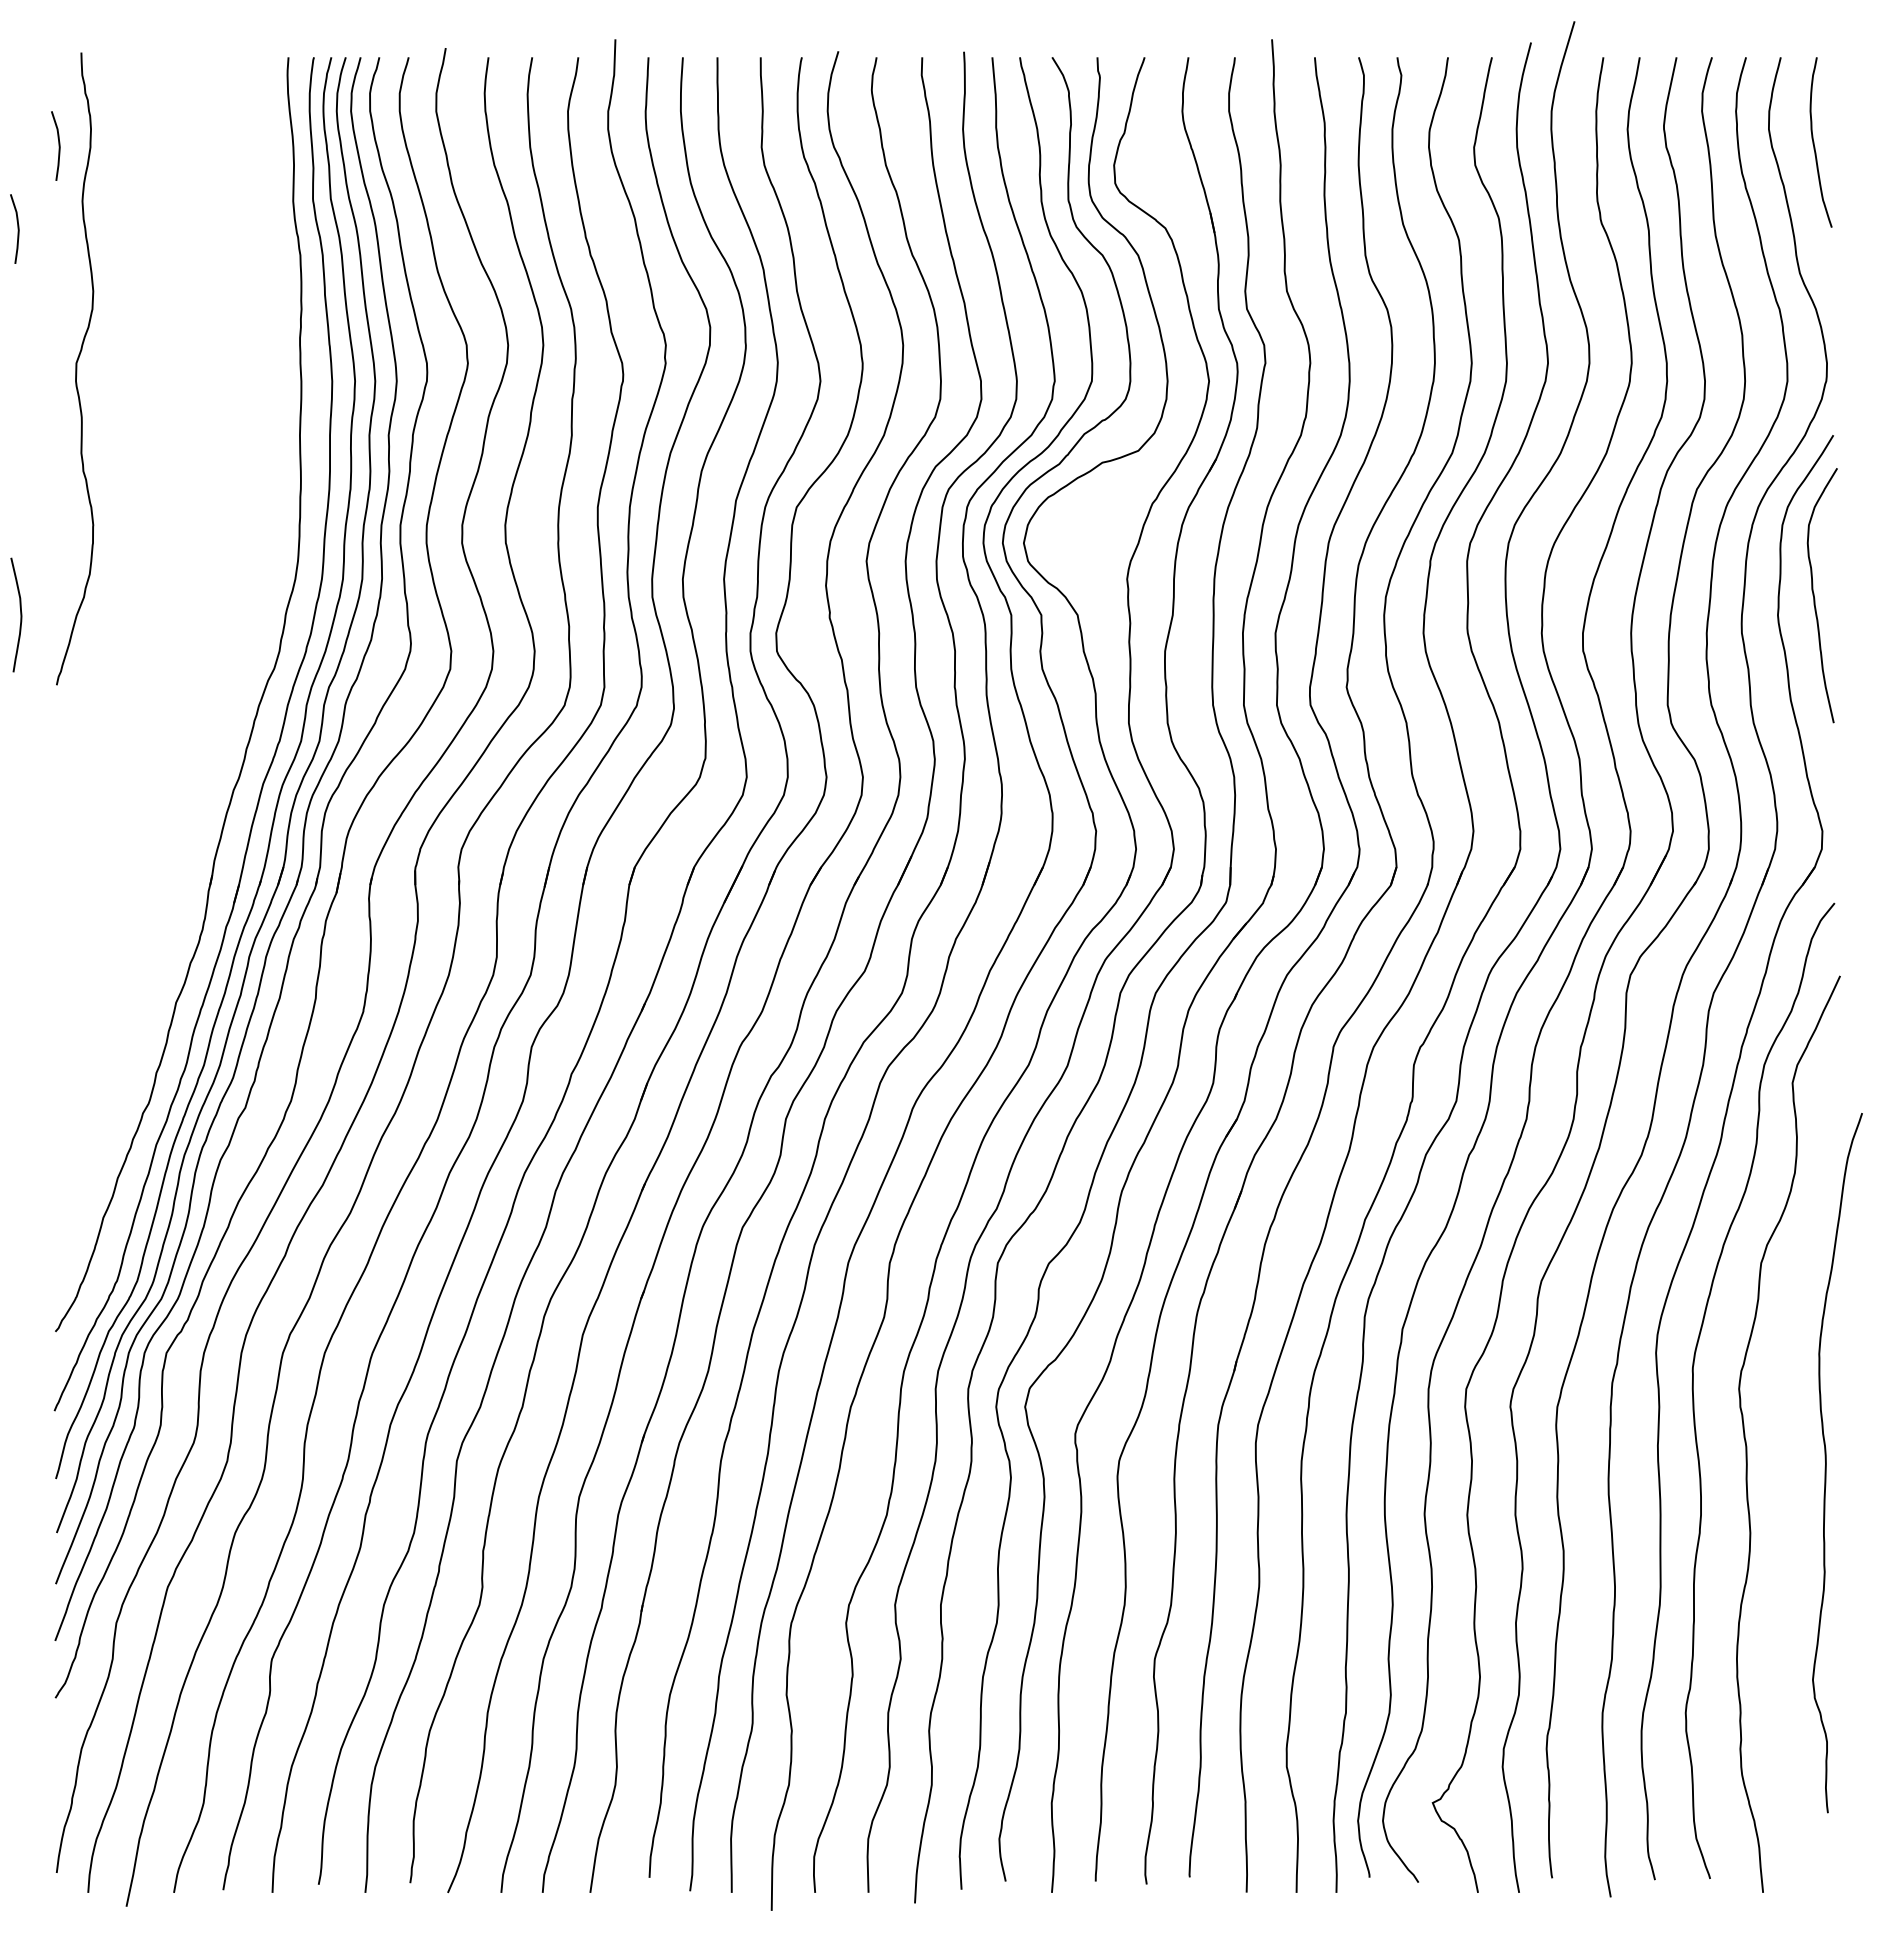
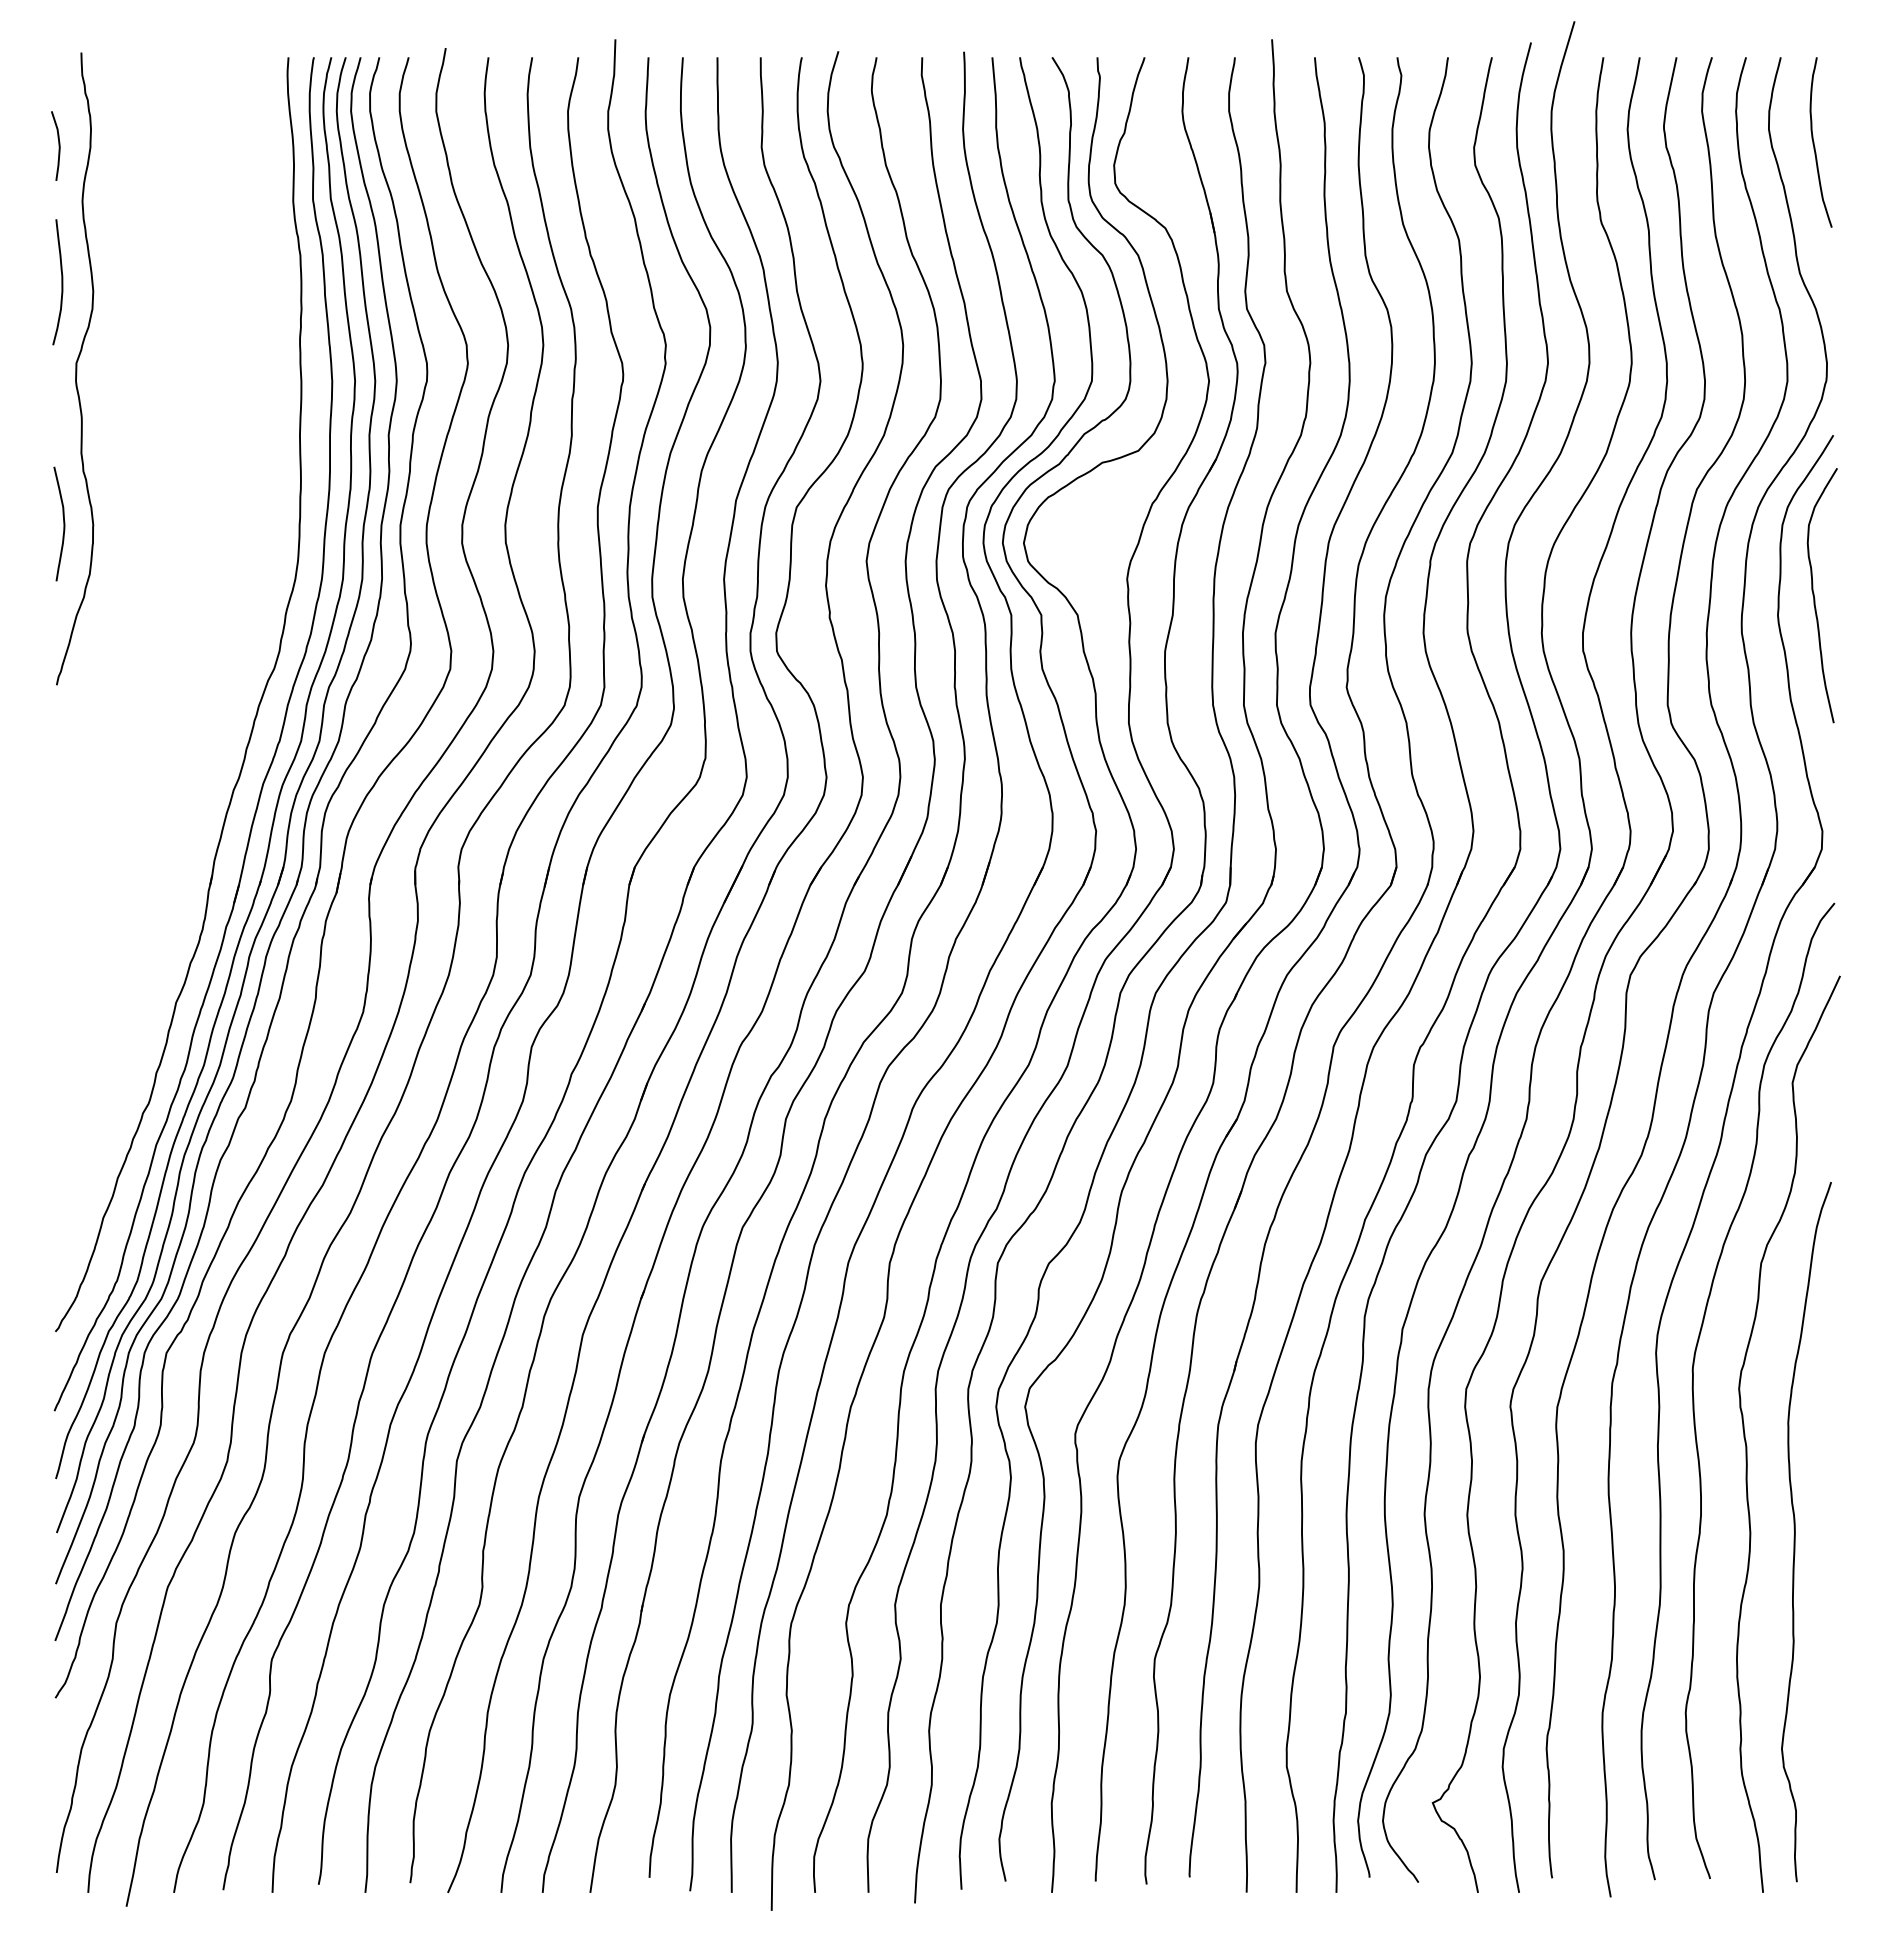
curve at (17, 228): present -> none
curve at (61, 282): none -> present
curve at (20, 614) position: (20, 614) -> (63, 523)
curve at (1826, 1463) position: (1826, 1463) -> (1795, 1532)
